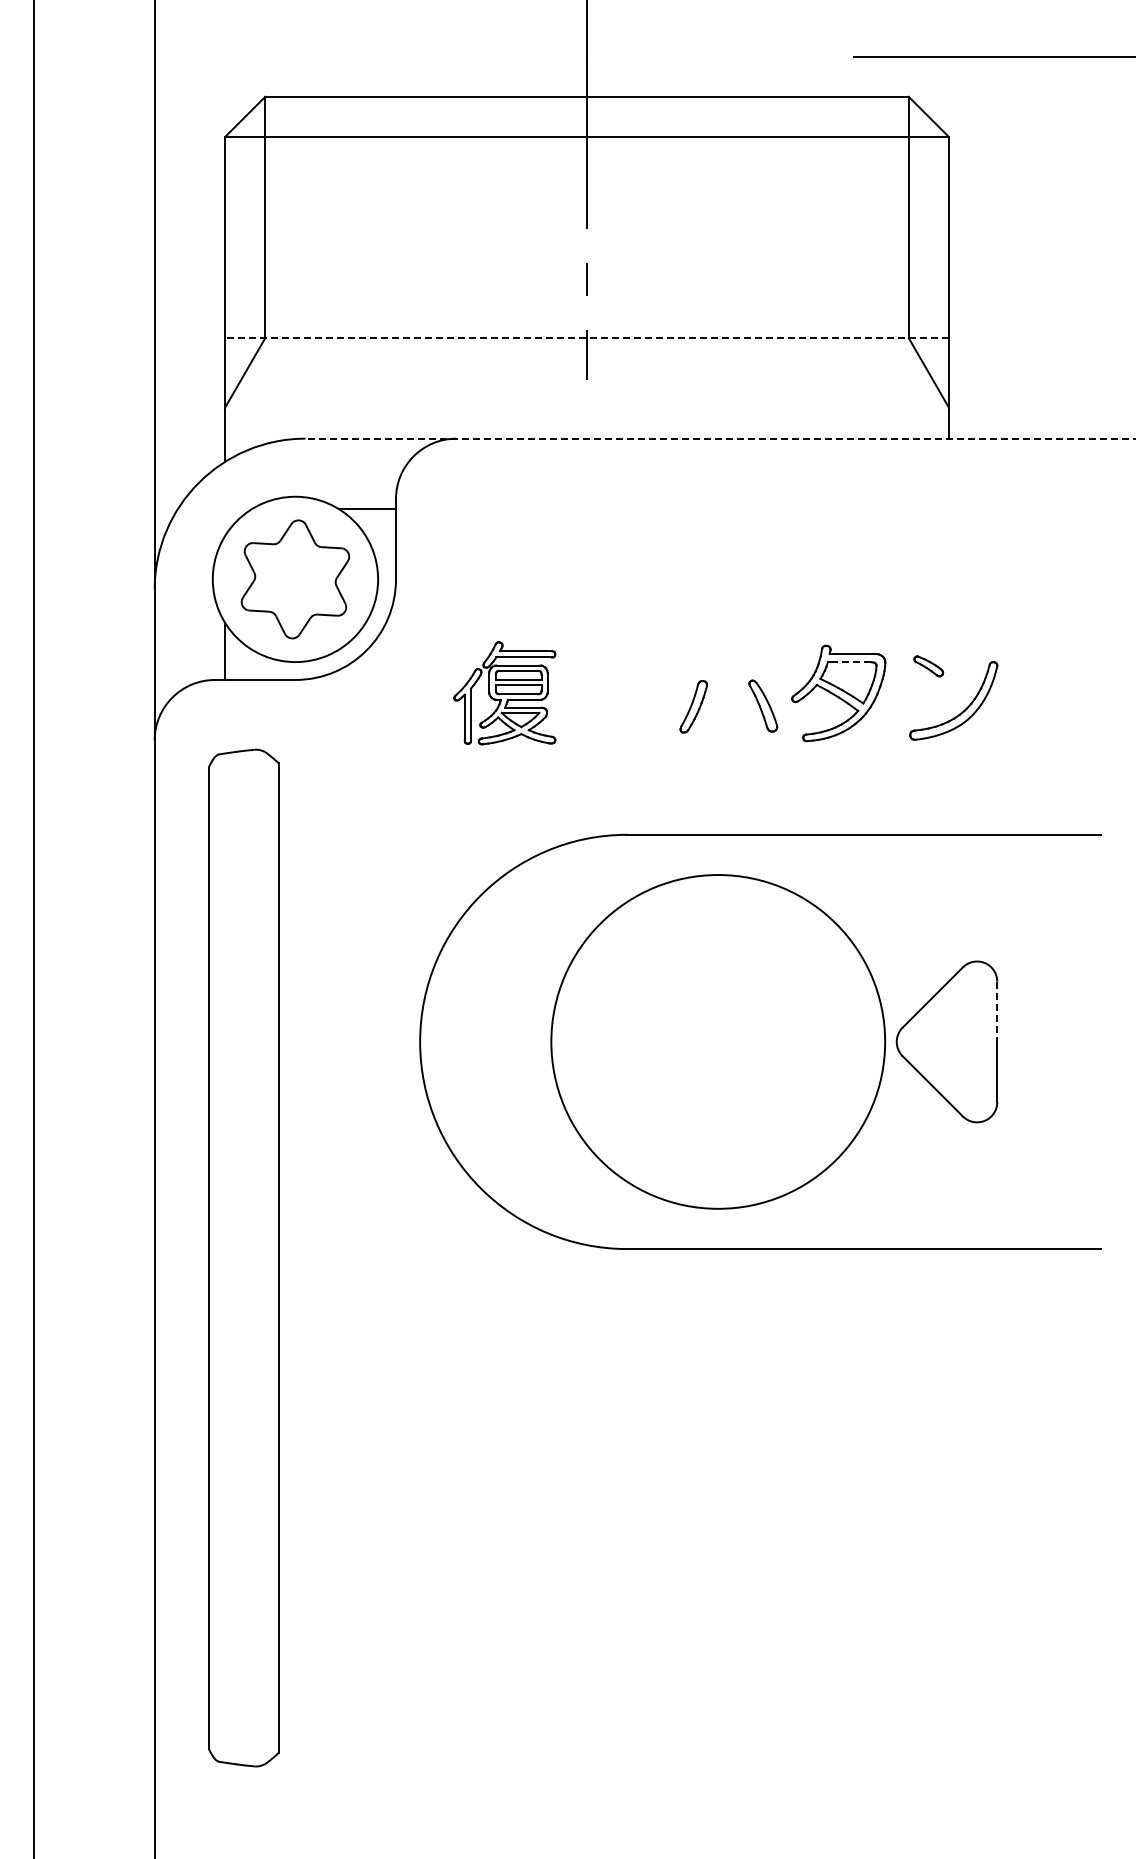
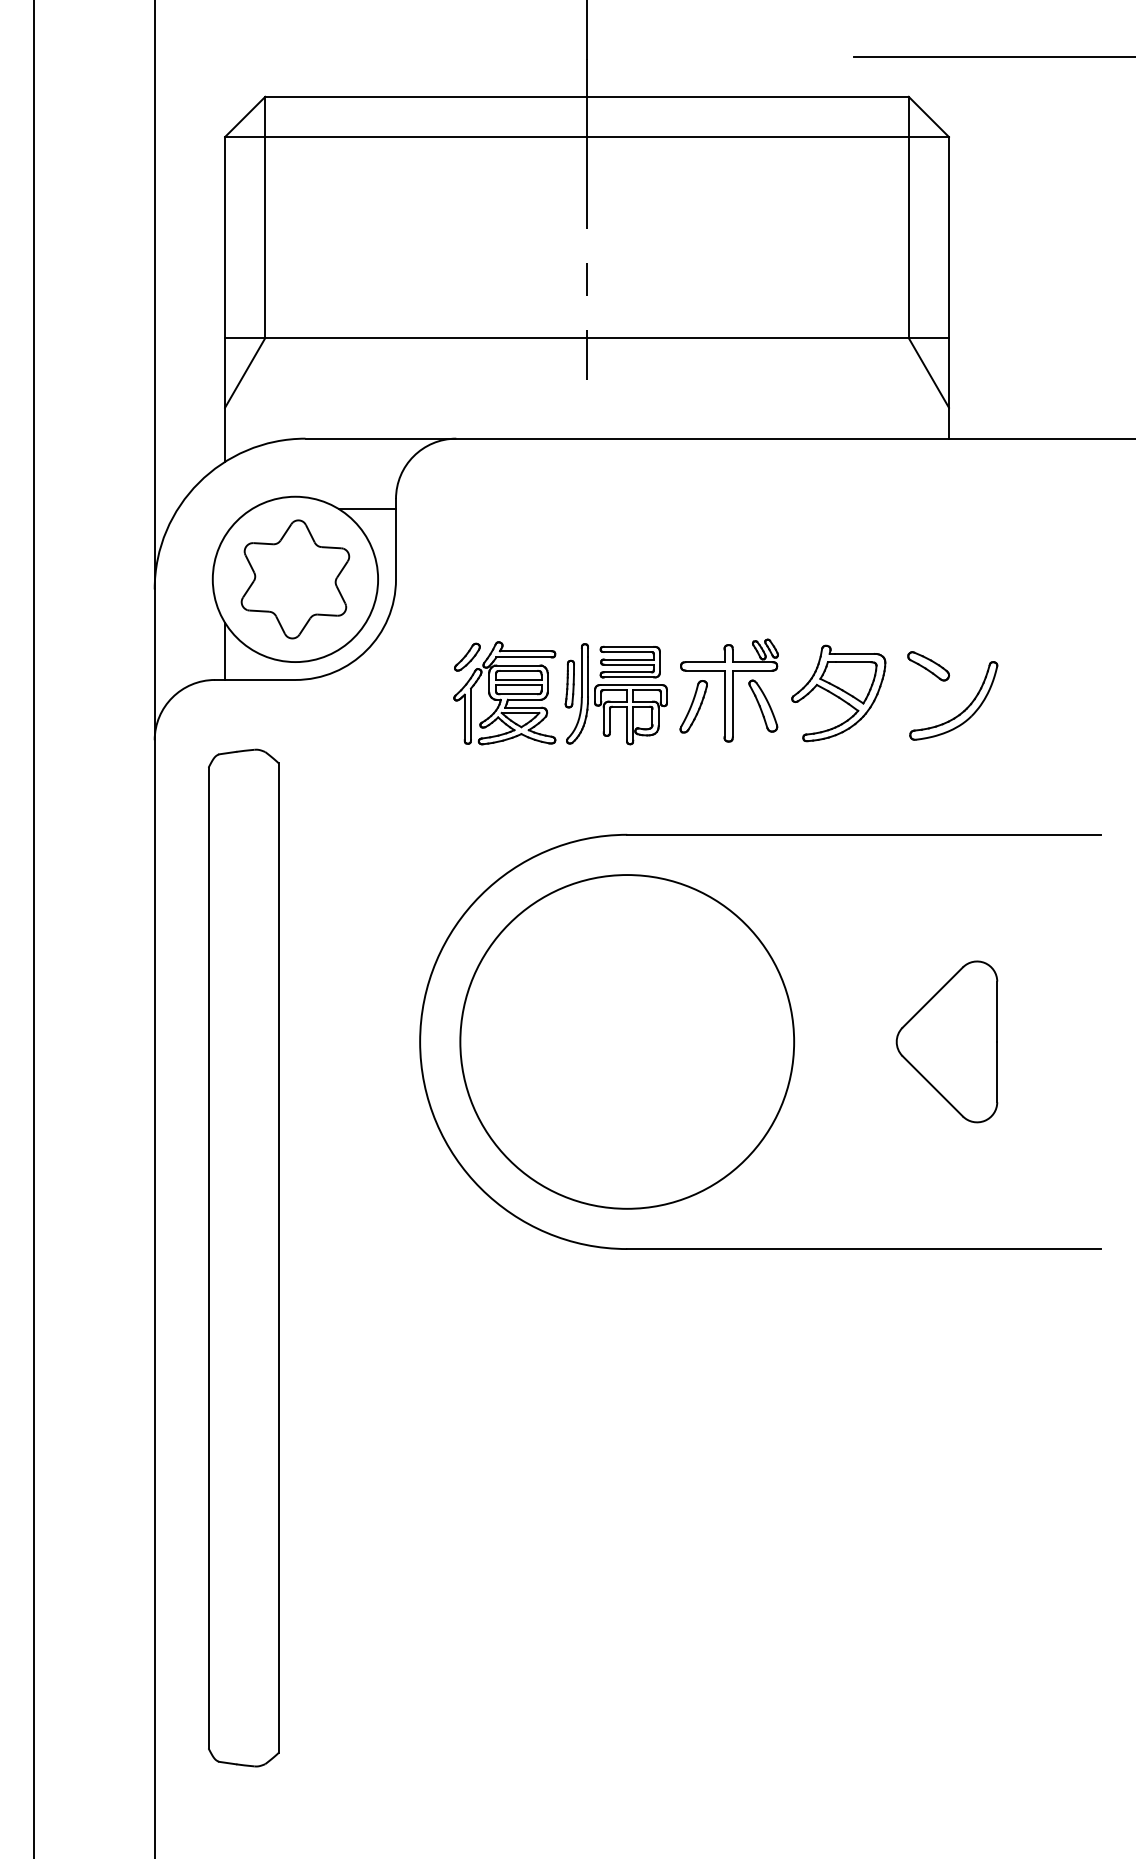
line at (587, 338): dashed -> solid
line at (720, 438): dashed -> solid
part at (467, 656): none -> present
line at (853, 662): dashed -> solid
part at (928, 666) size: 32x23 px -> 44x31 px
part at (729, 690): none -> present
part at (615, 694): none -> present
line at (997, 1012): dashed -> solid
circle at (718, 1041) position: (718, 1041) -> (627, 1041)
